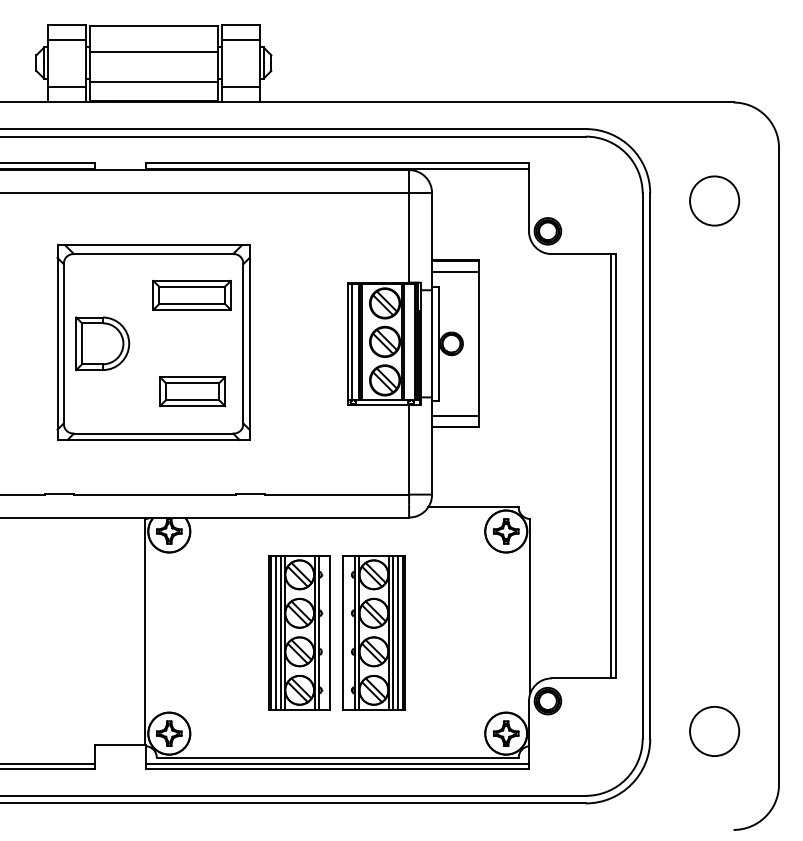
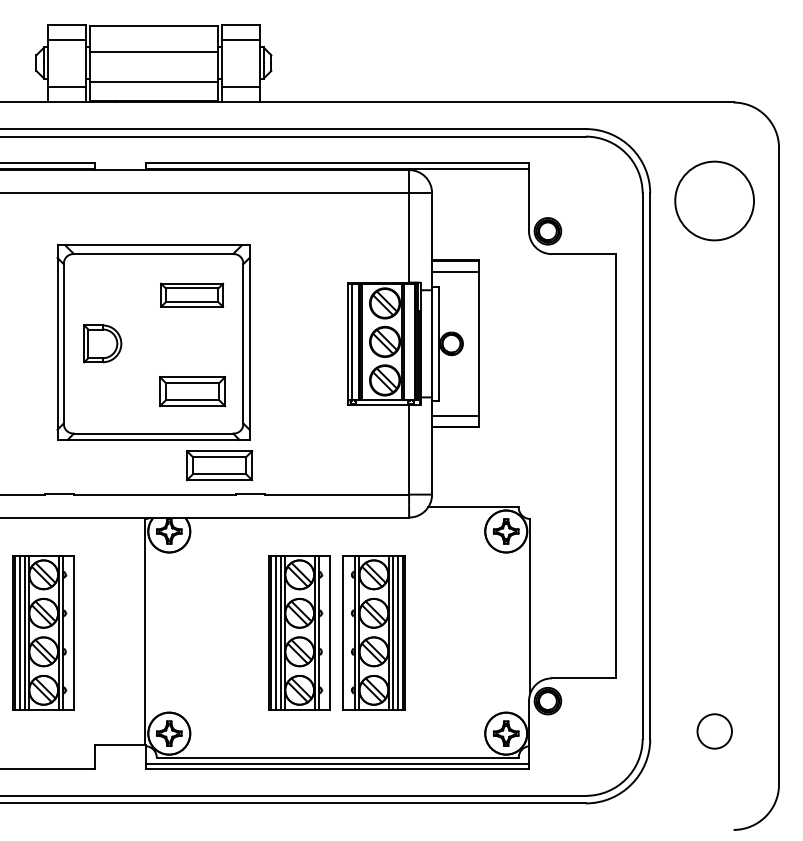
circle at (714, 200) diameter: 49 px -> 79 px
part at (191, 294) size: 80x32 px -> 65x26 px
part at (102, 343) size: 56x56 px -> 40x40 px
part at (219, 465): none -> present
line at (611, 466): present -> none
part at (43, 632): none -> present
circle at (714, 731) size: 52x51 px -> 37x37 px
line at (48, 763): present -> none
